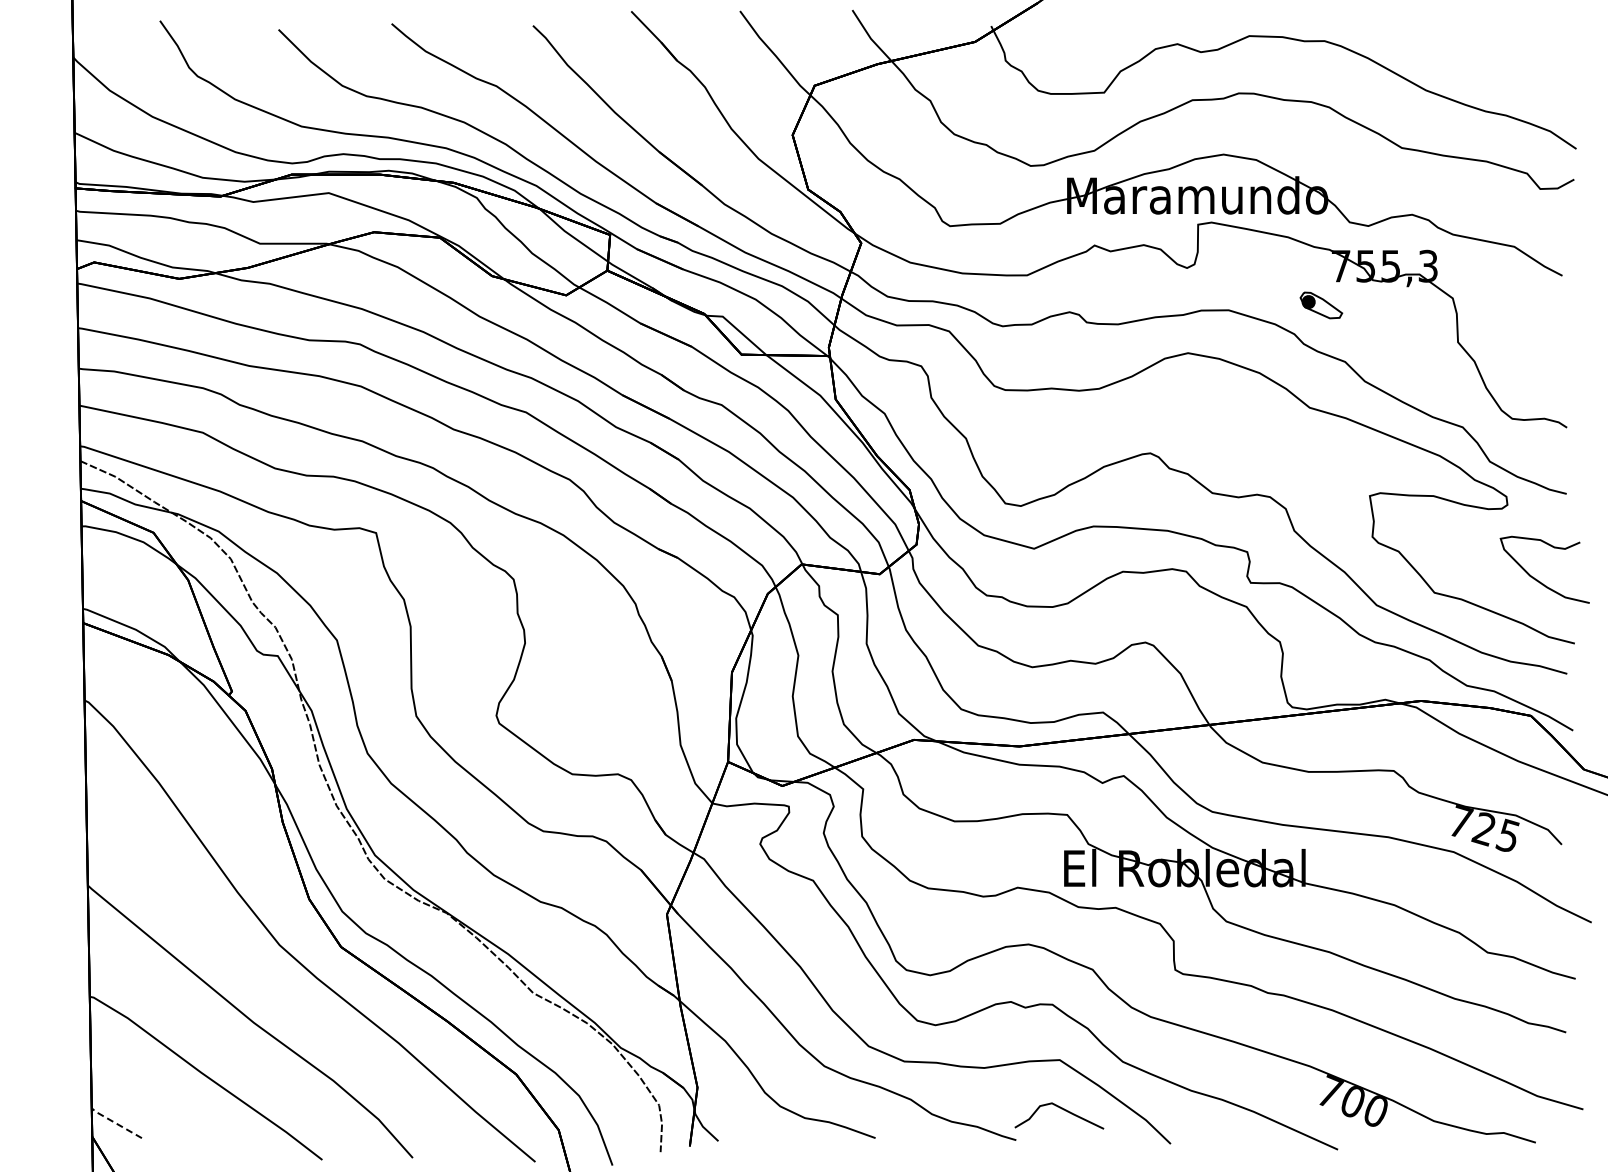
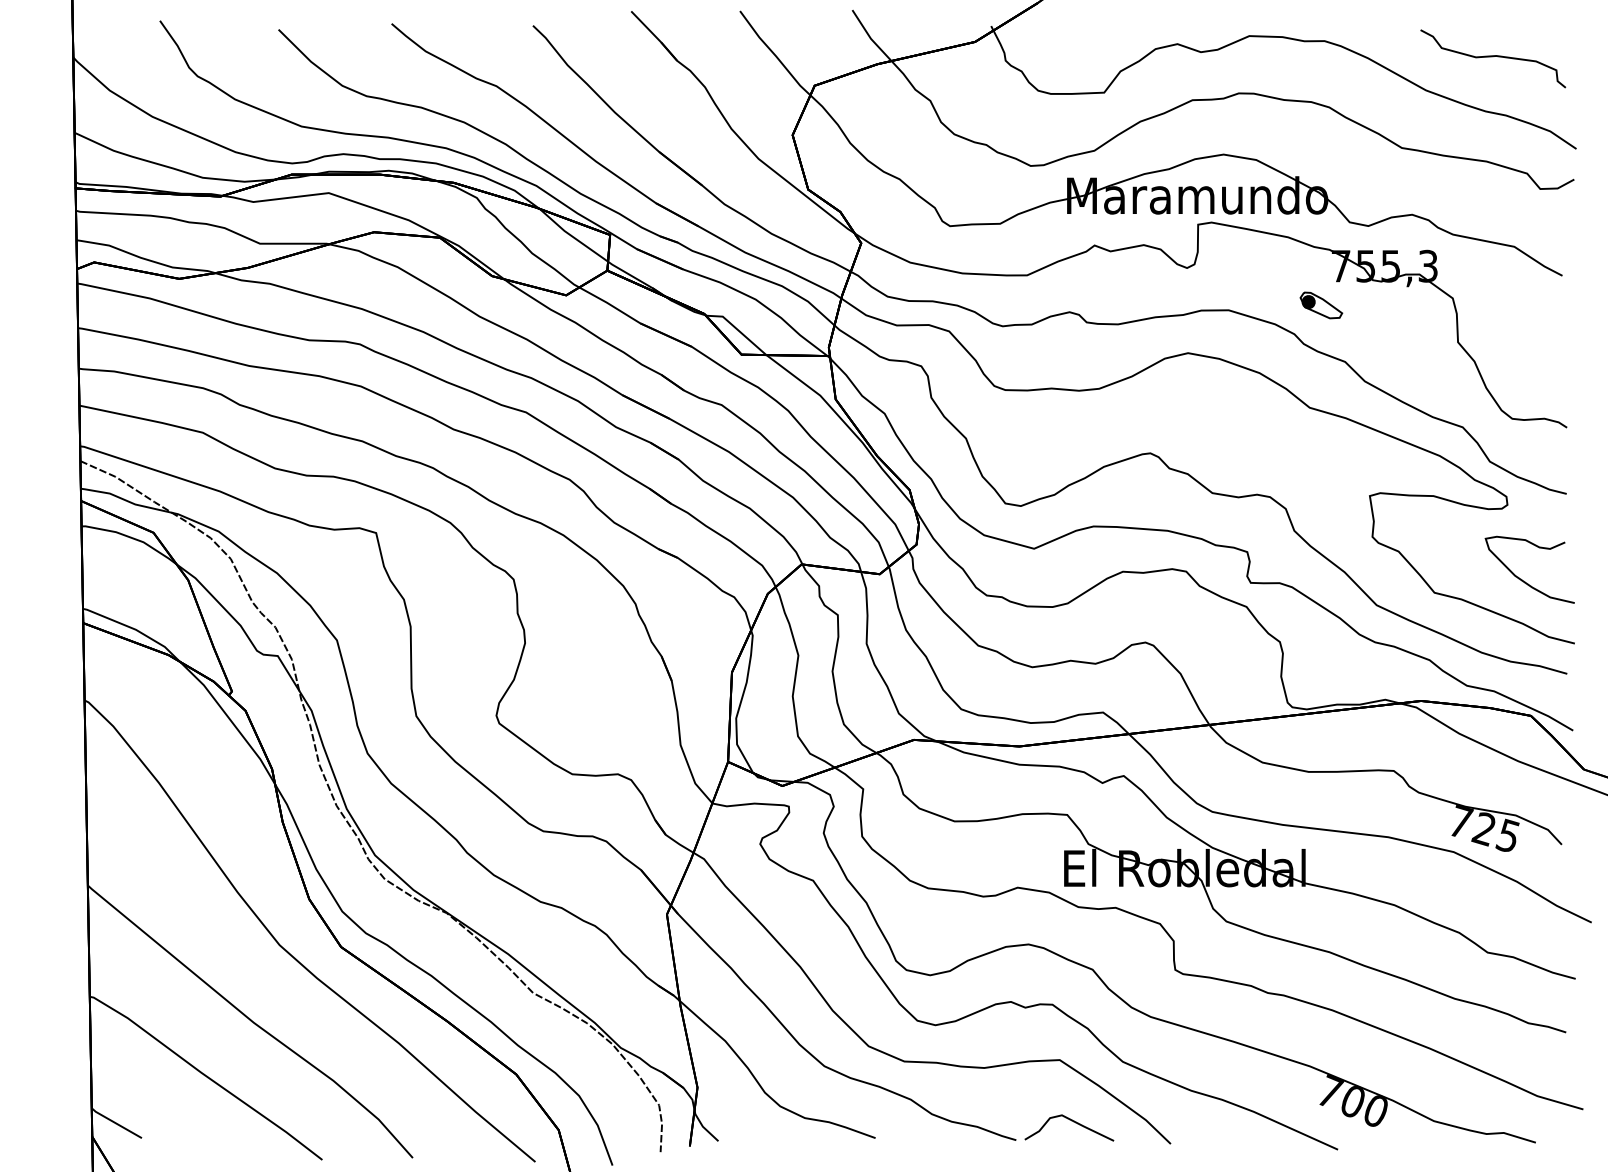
curve at (1493, 57): none -> present
curve at (1537, 579) position: (1537, 579) -> (1522, 579)
curve at (1061, 1109) position: (1061, 1109) -> (1071, 1121)
line at (115, 1123): dashed -> solid
